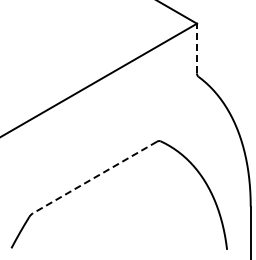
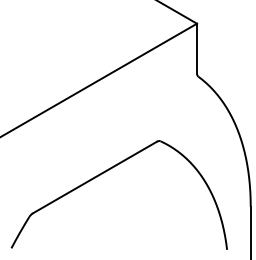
line at (197, 48): dashed -> solid
line at (94, 177): dashed -> solid
